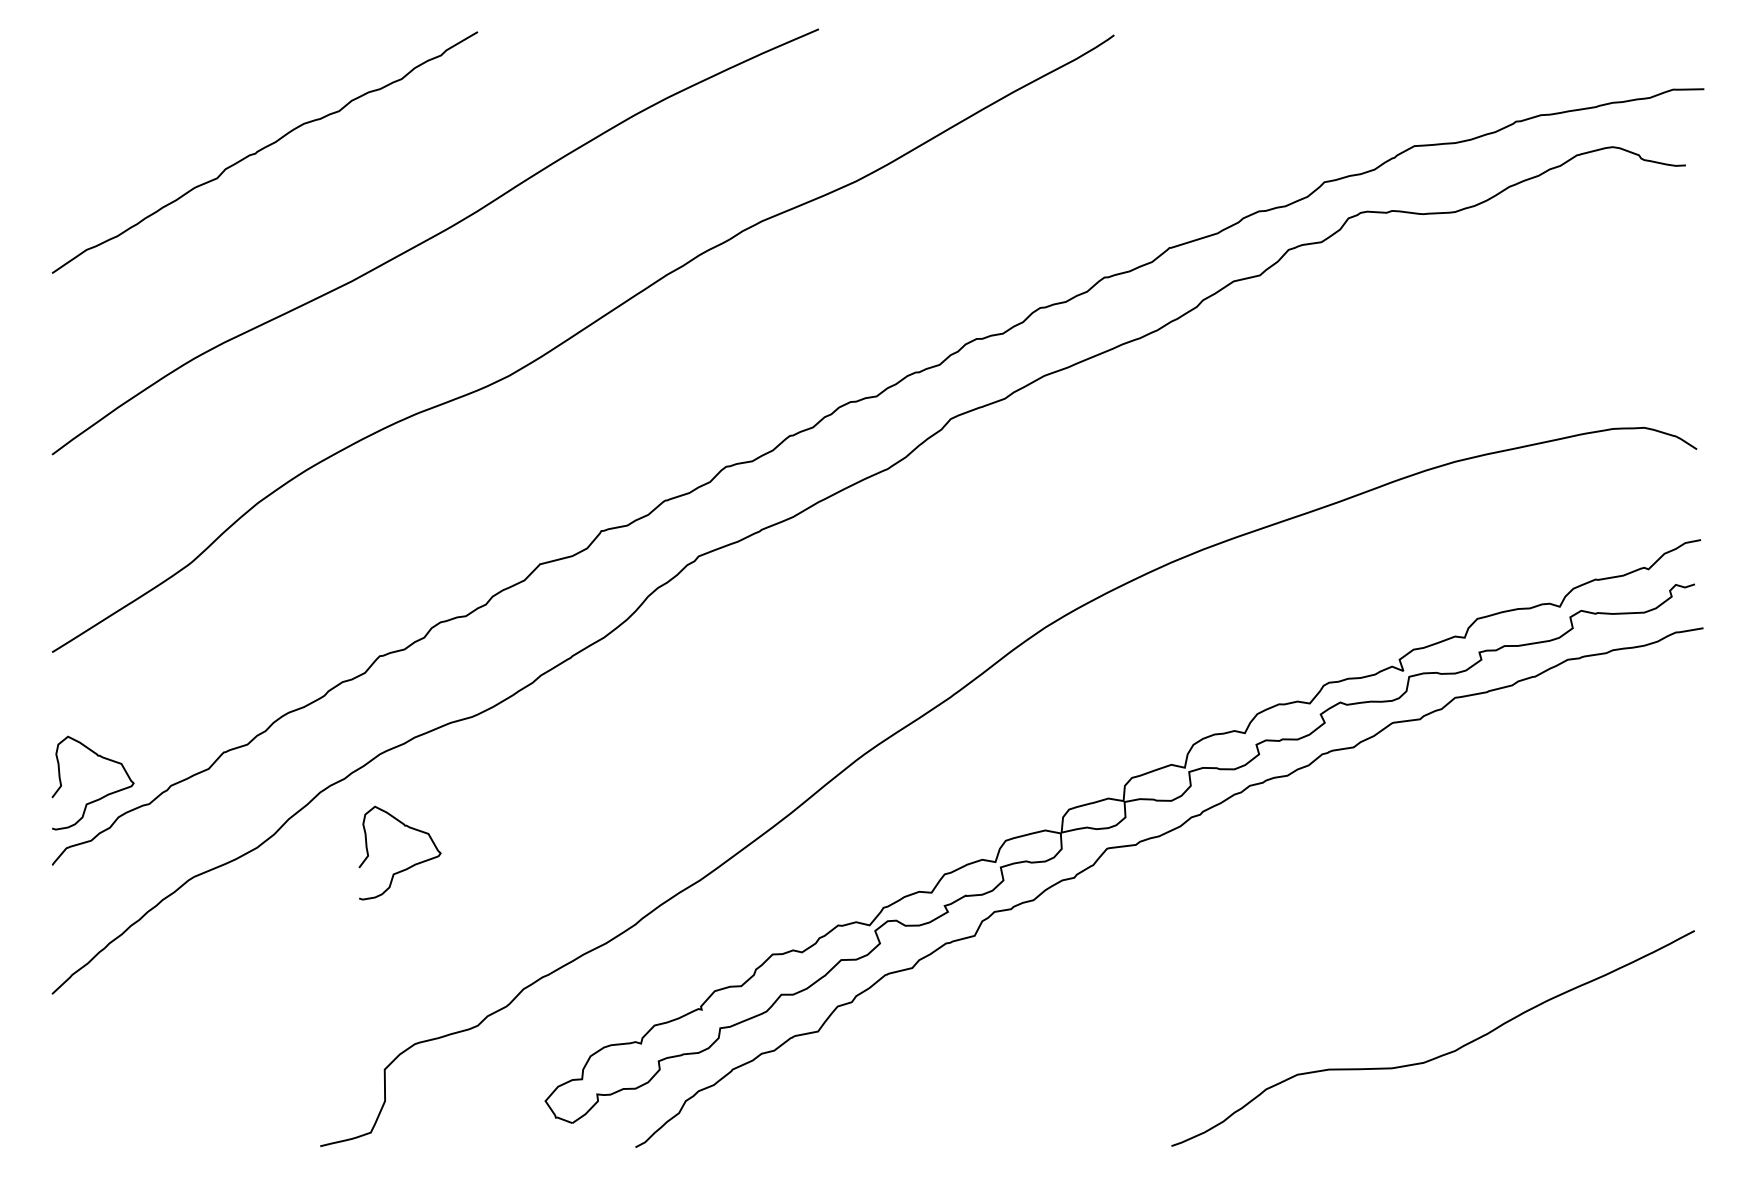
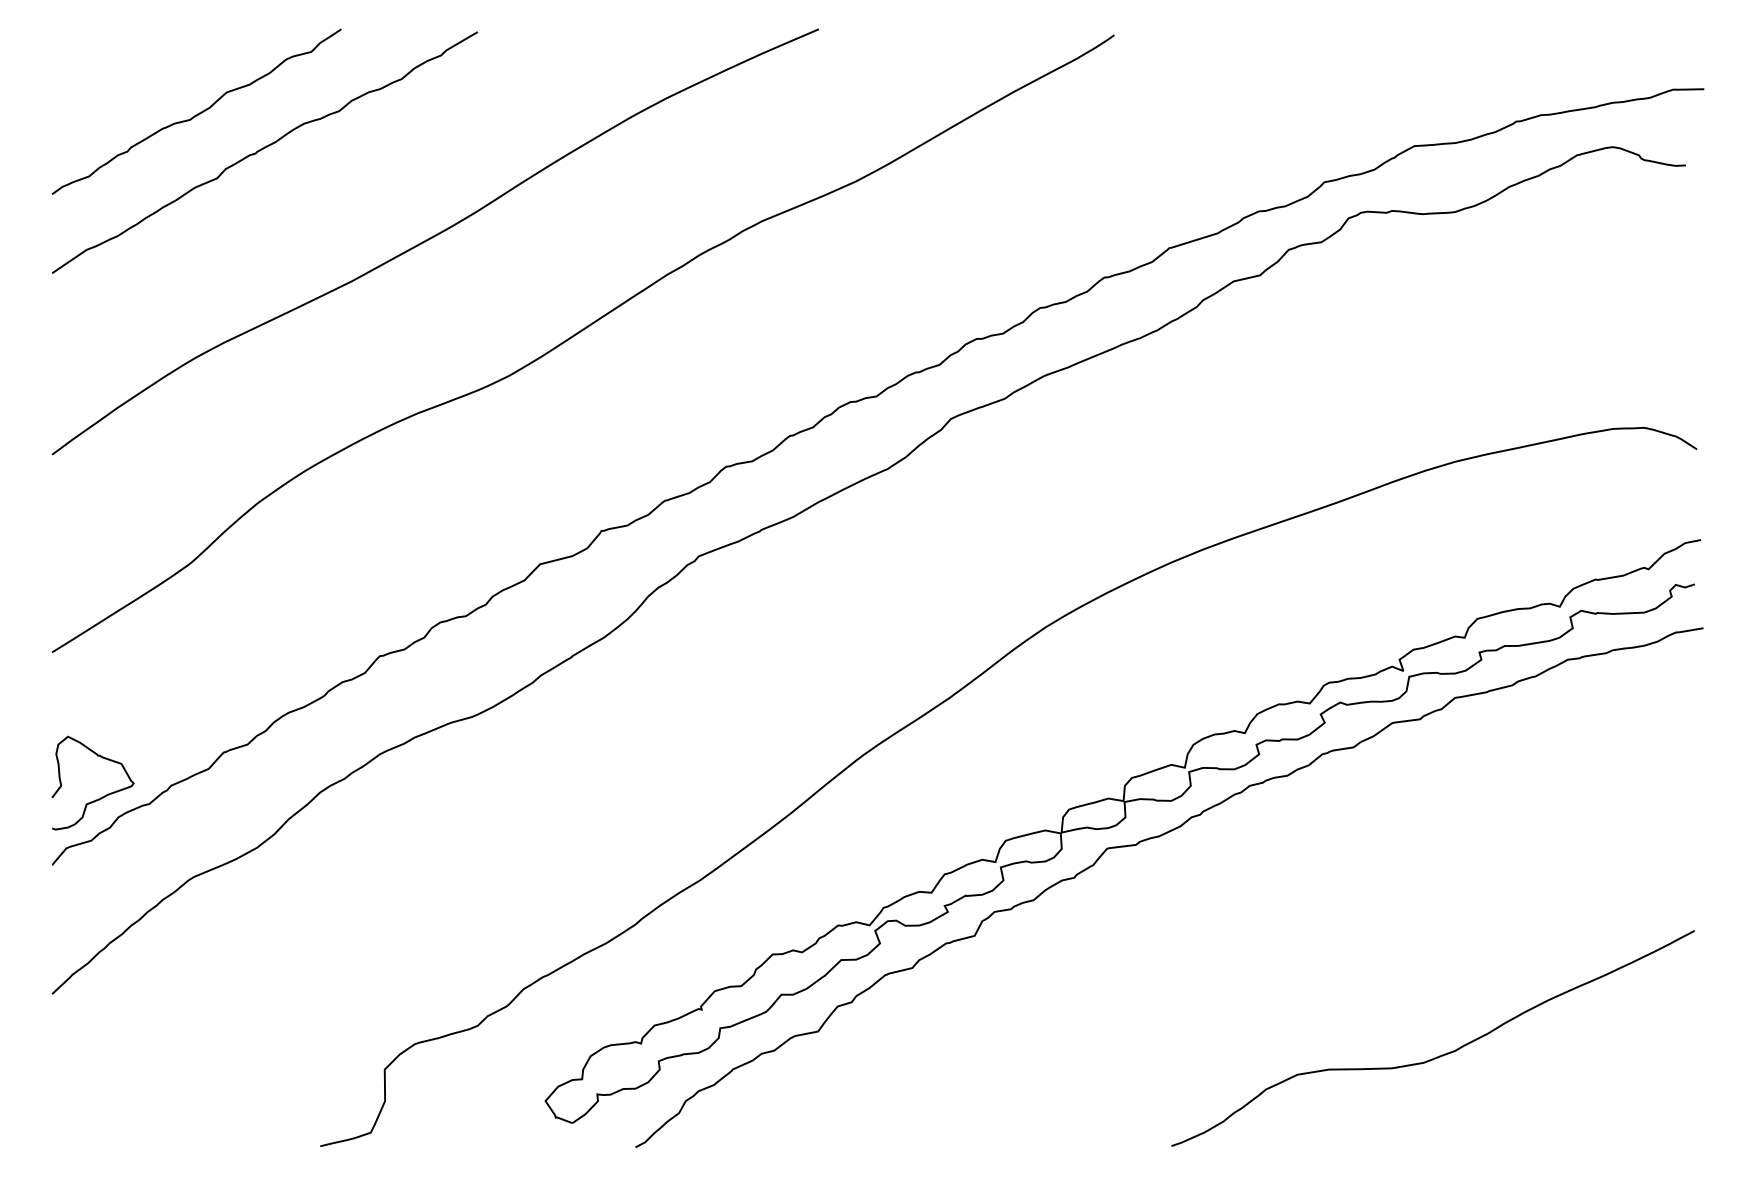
curve at (197, 113): none -> present
curve at (407, 867): present -> none
